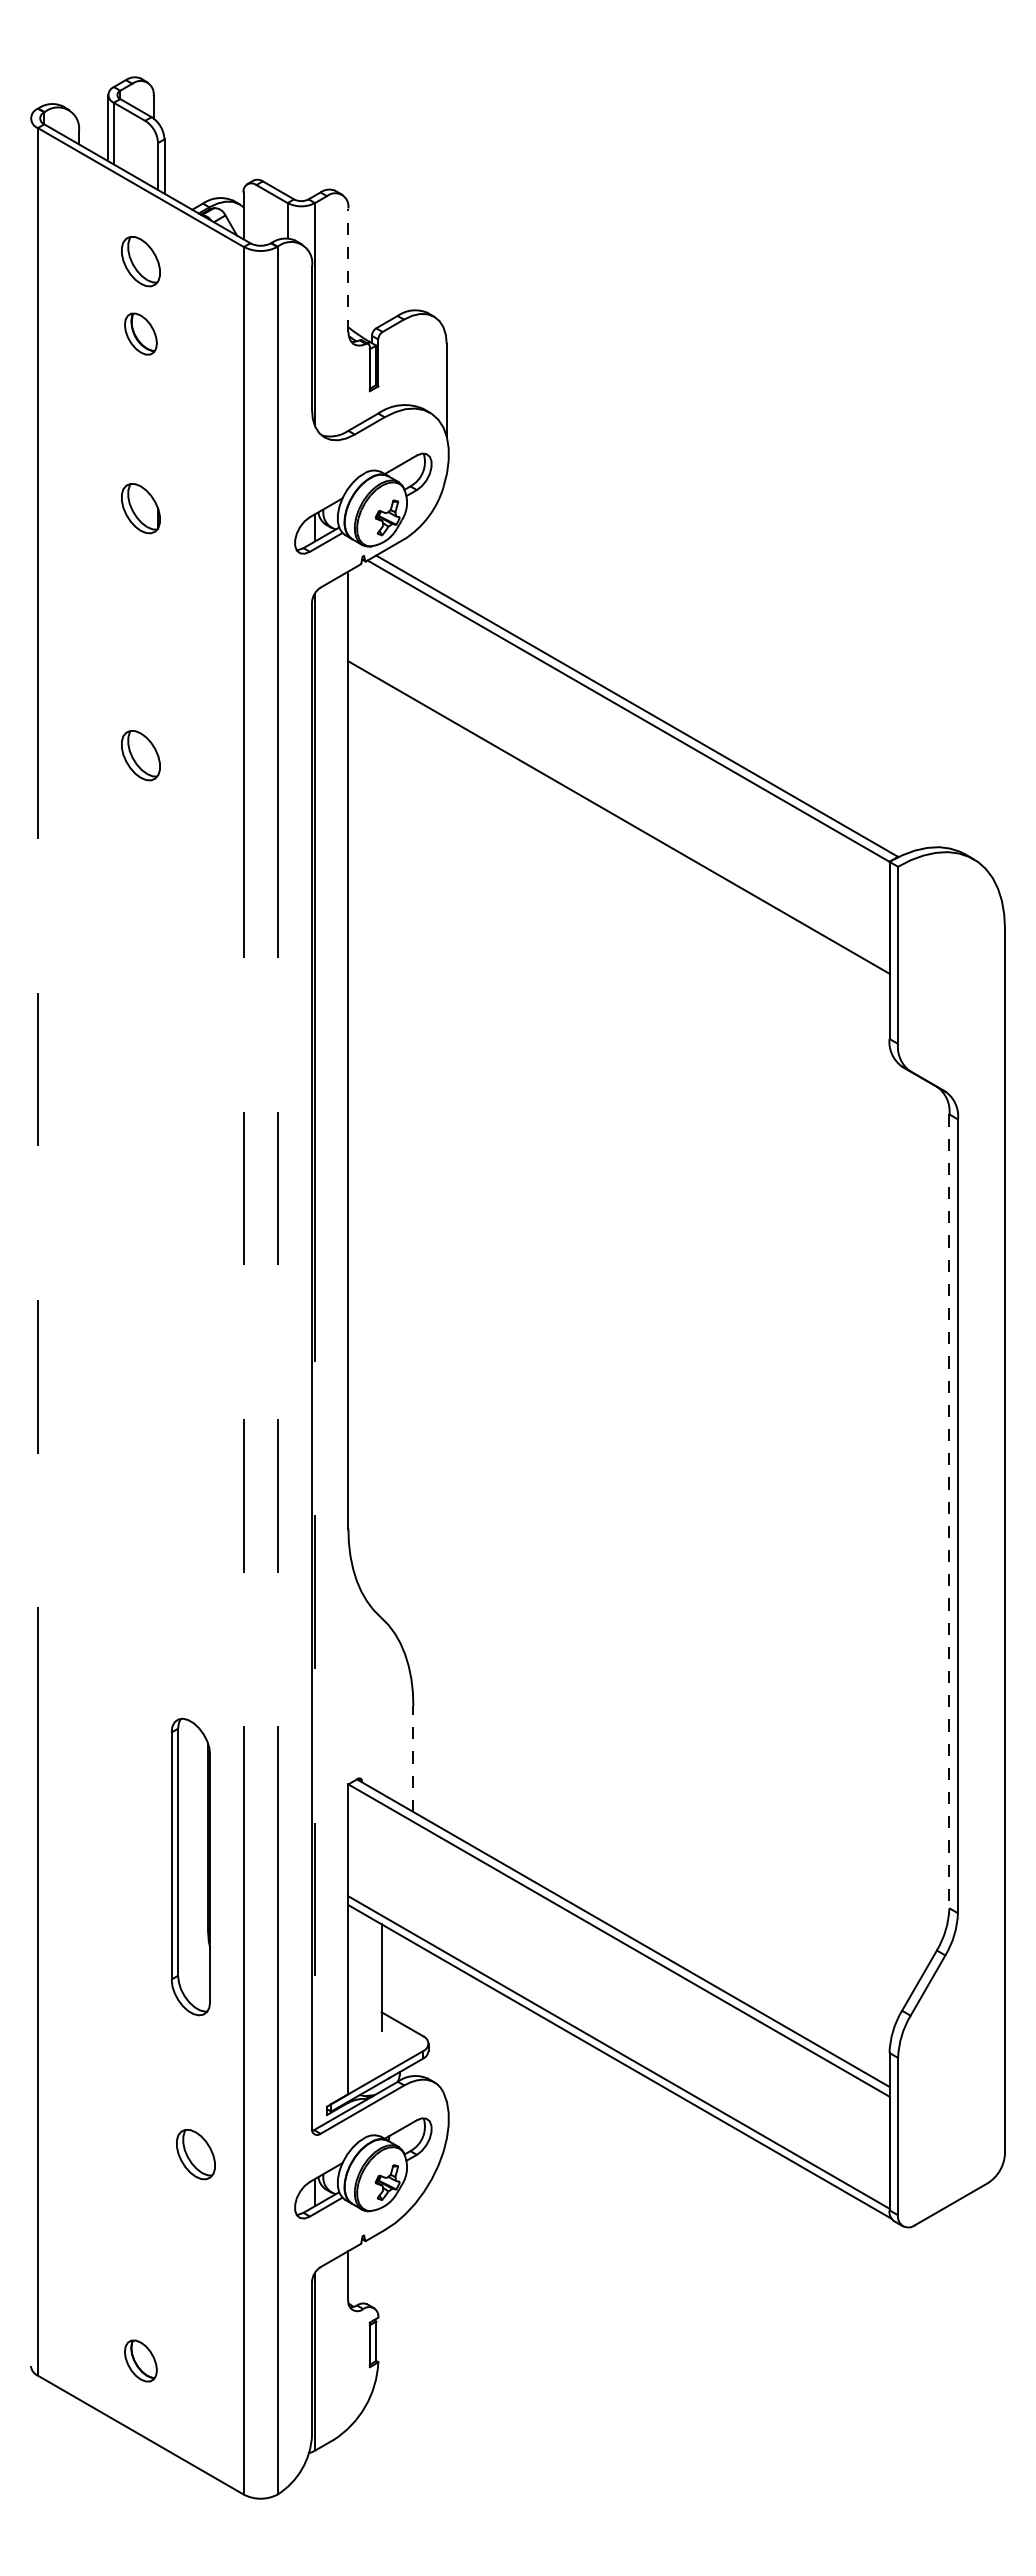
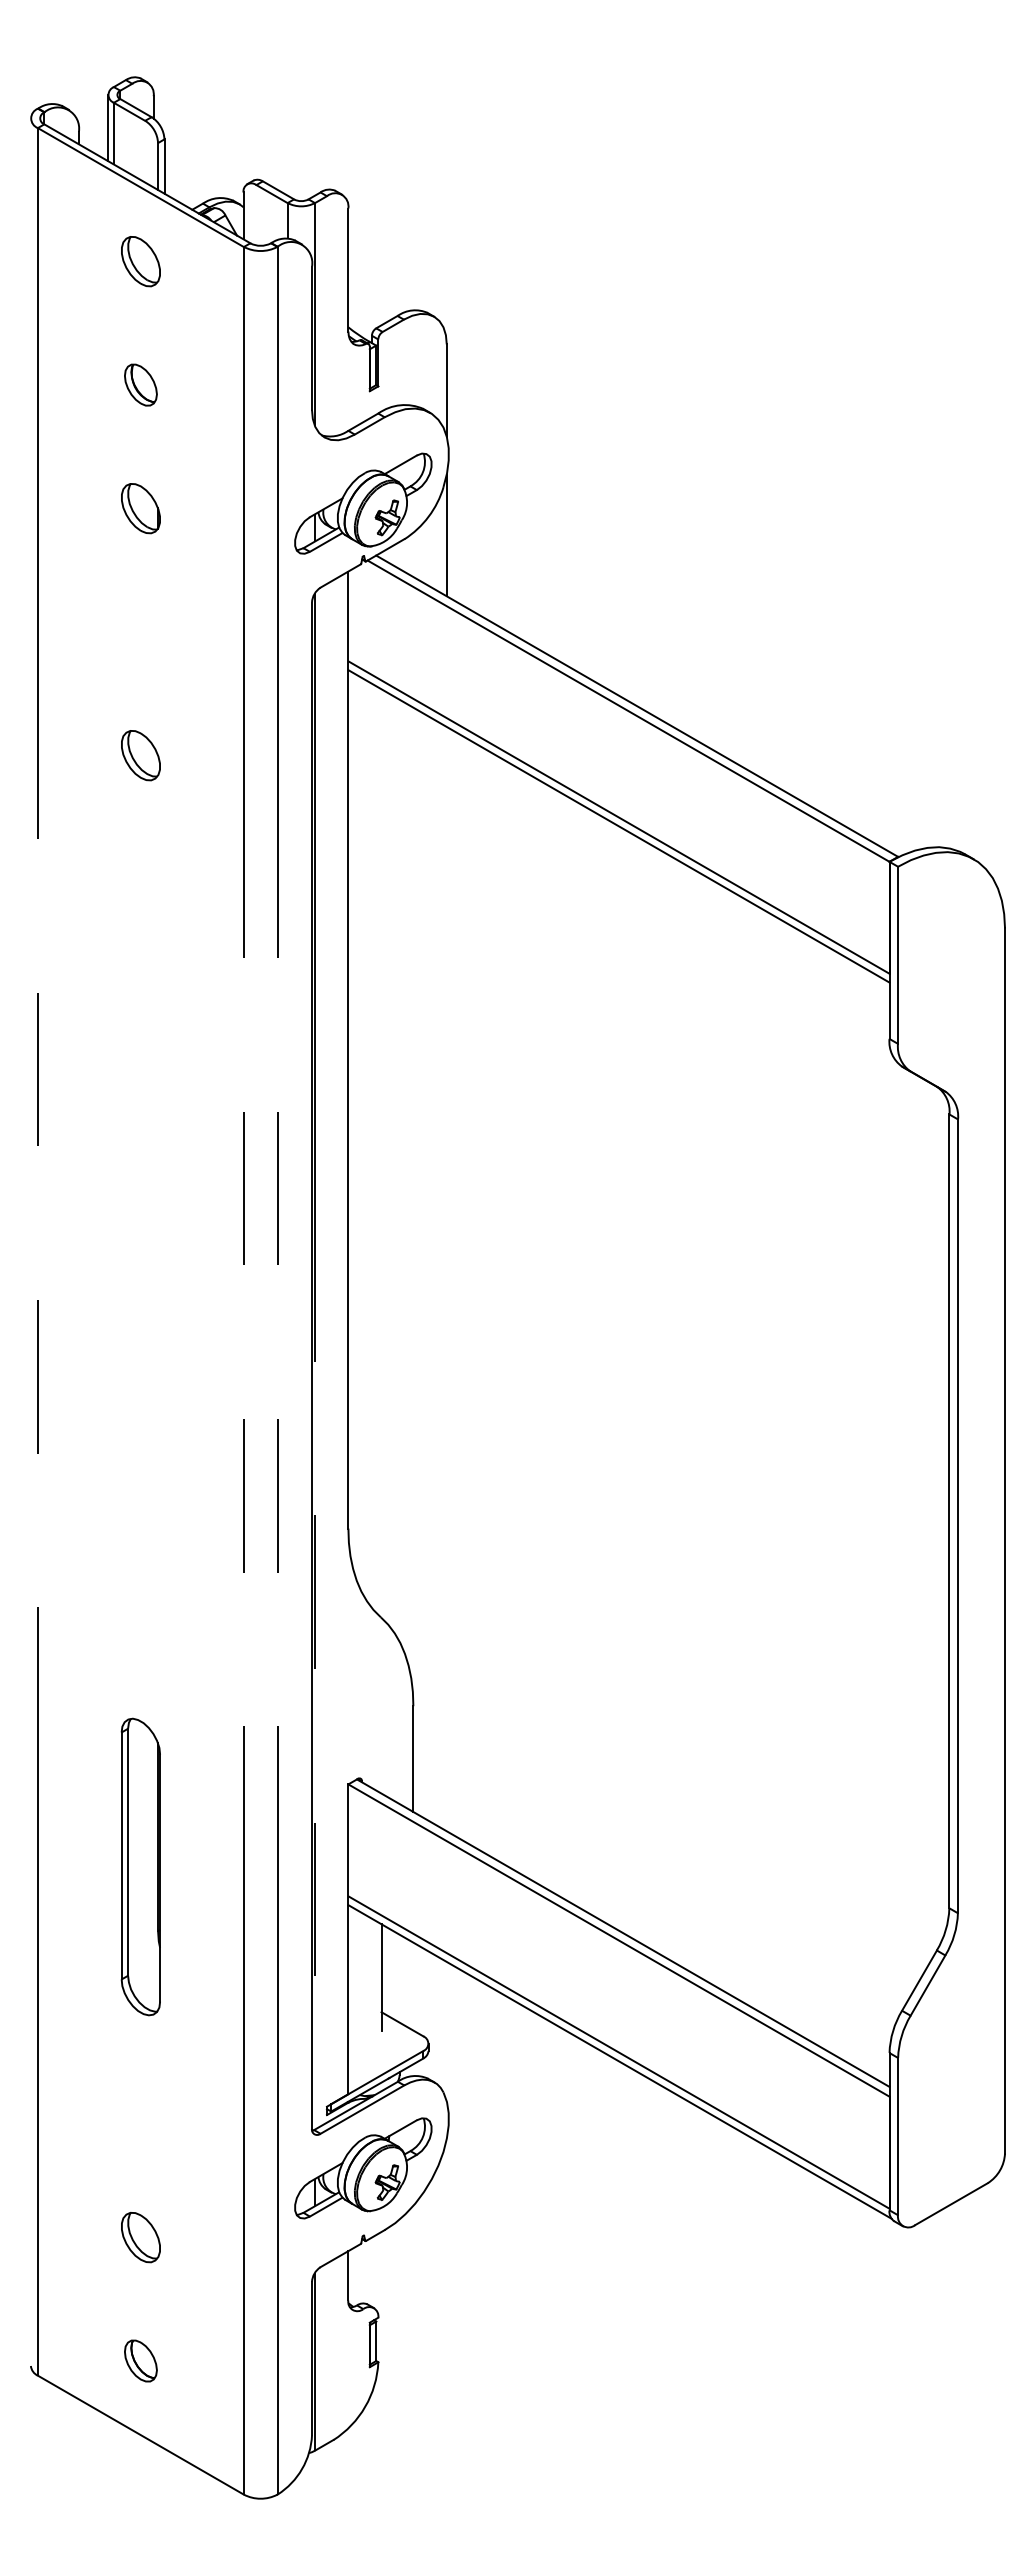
line at (348, 270): dashed -> solid
part at (140, 333) position: (140, 333) -> (140, 384)
line at (446, 535): none -> present
line at (618, 826): none -> present
line at (949, 1511): dashed -> solid
line at (413, 1759): dashed -> solid
part at (190, 1866) position: (190, 1866) -> (140, 1866)
part at (195, 2154) position: (195, 2154) -> (140, 2237)
